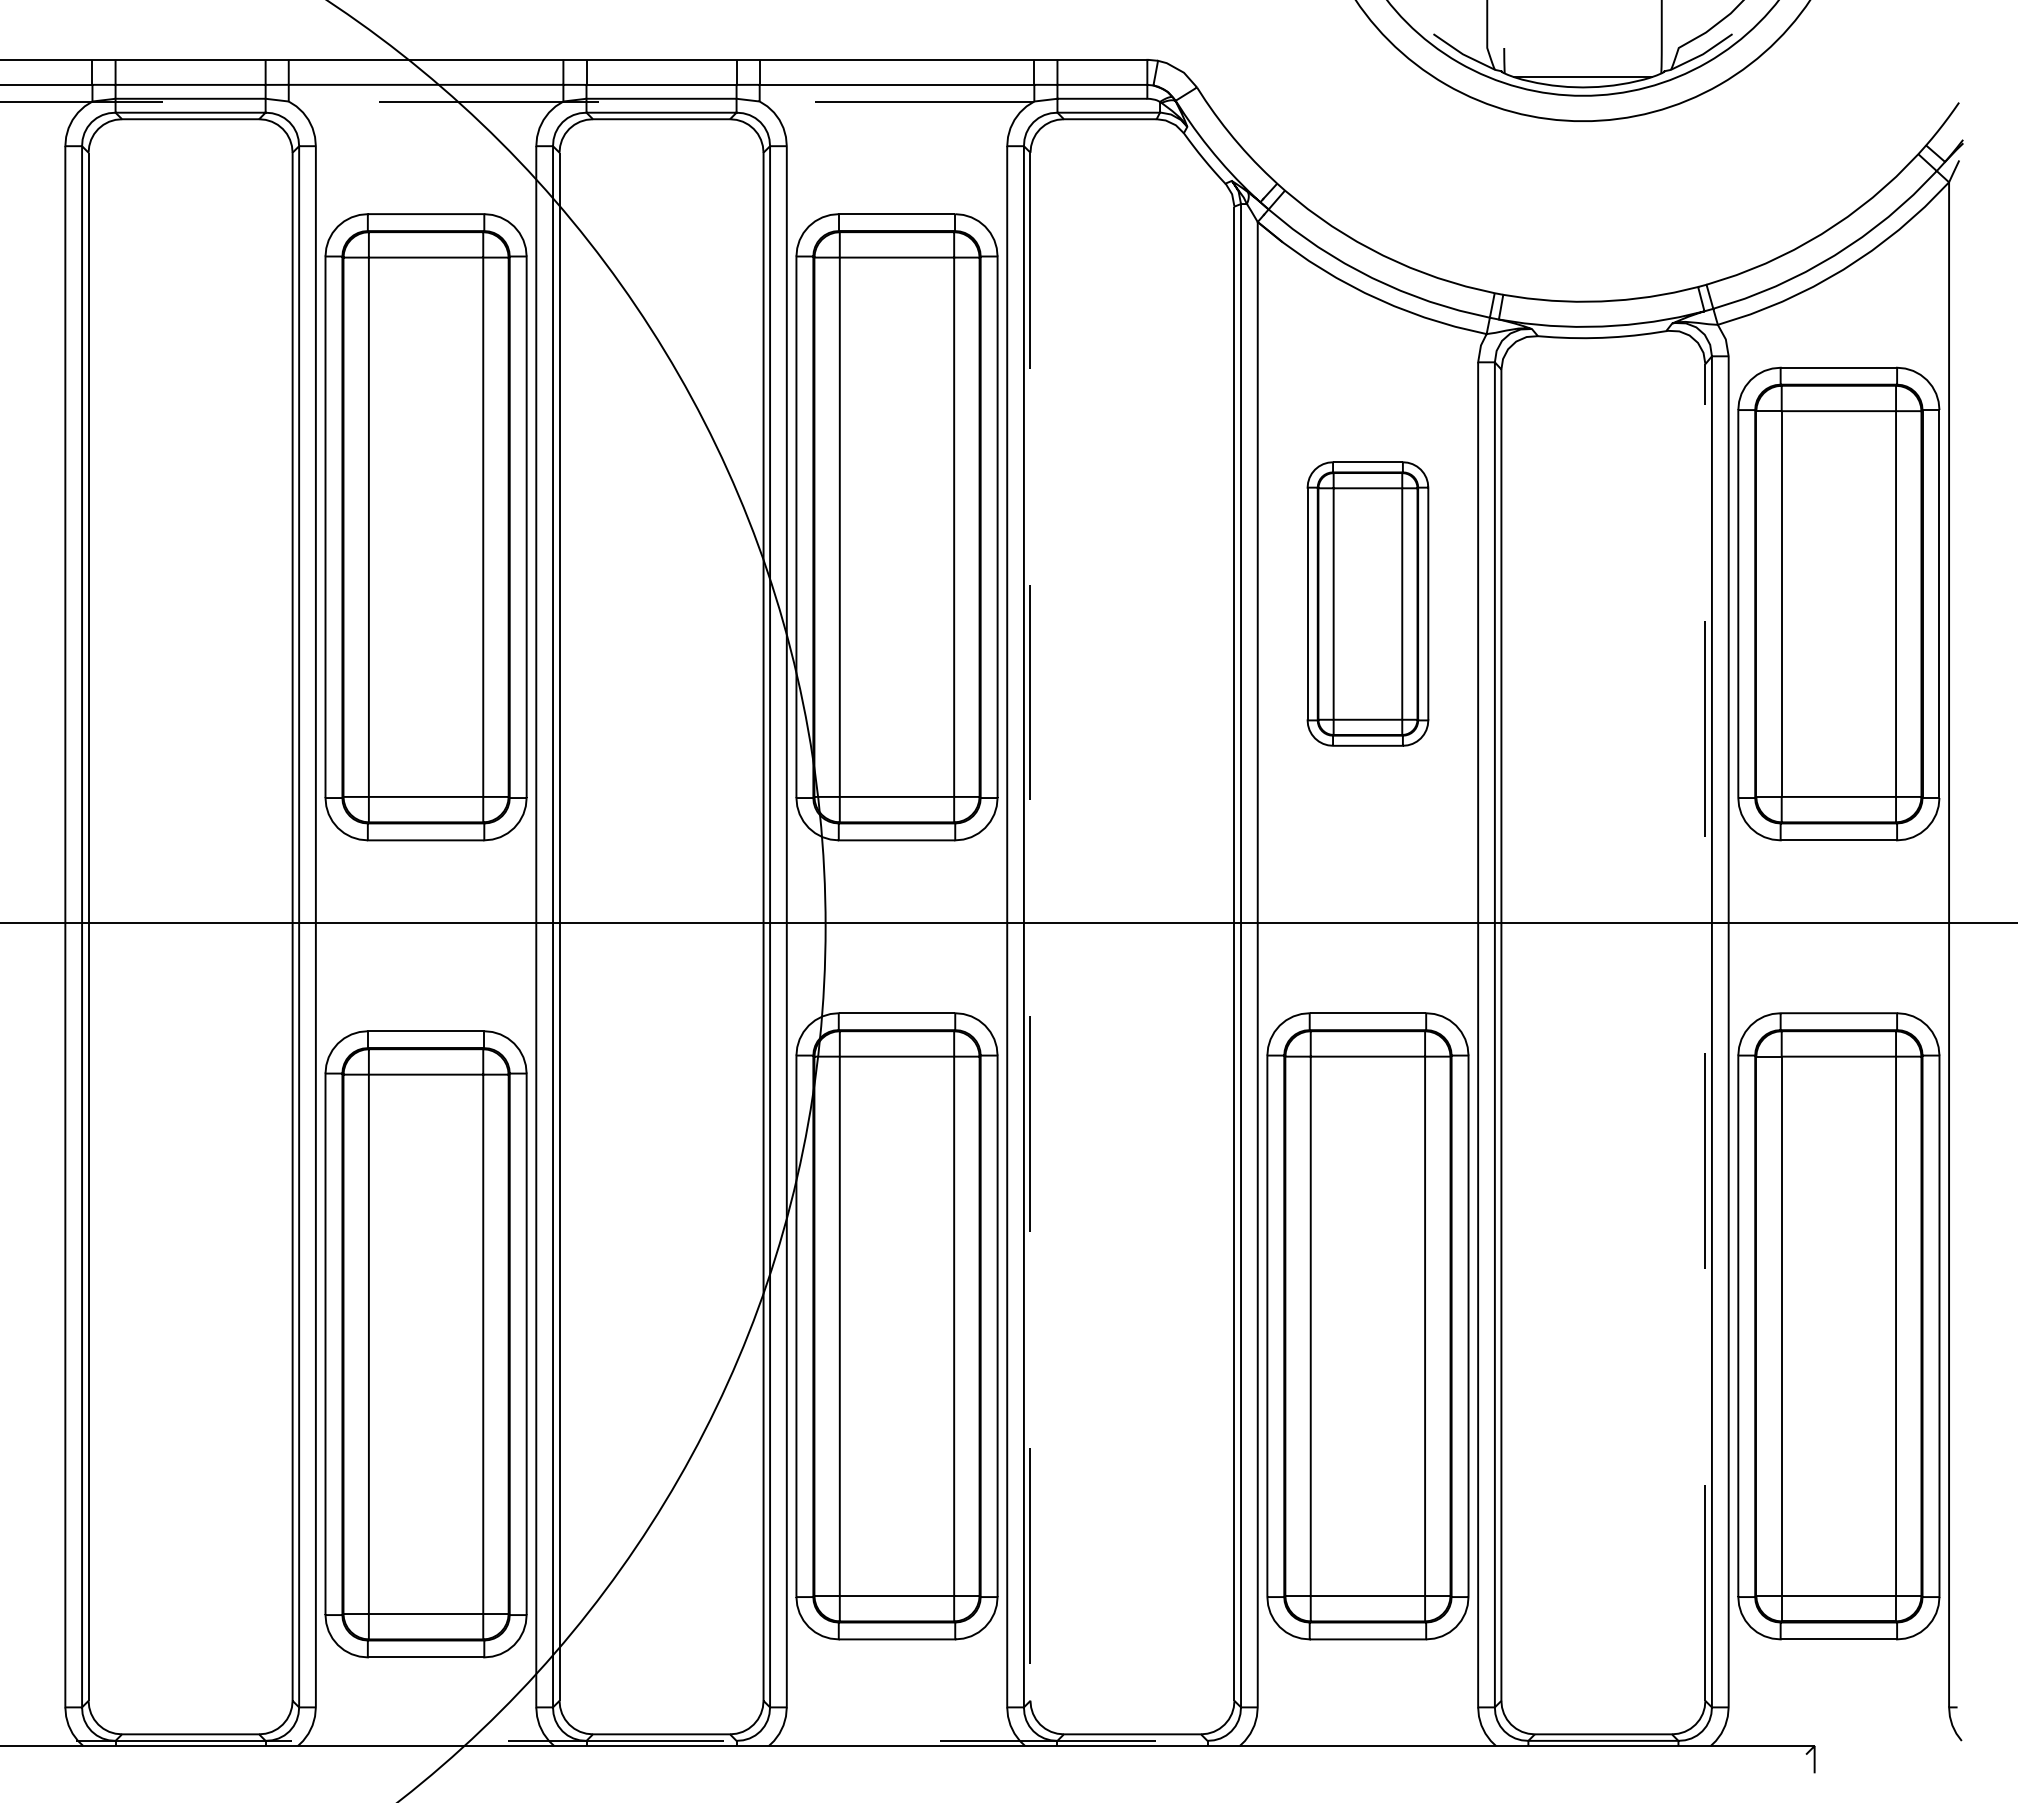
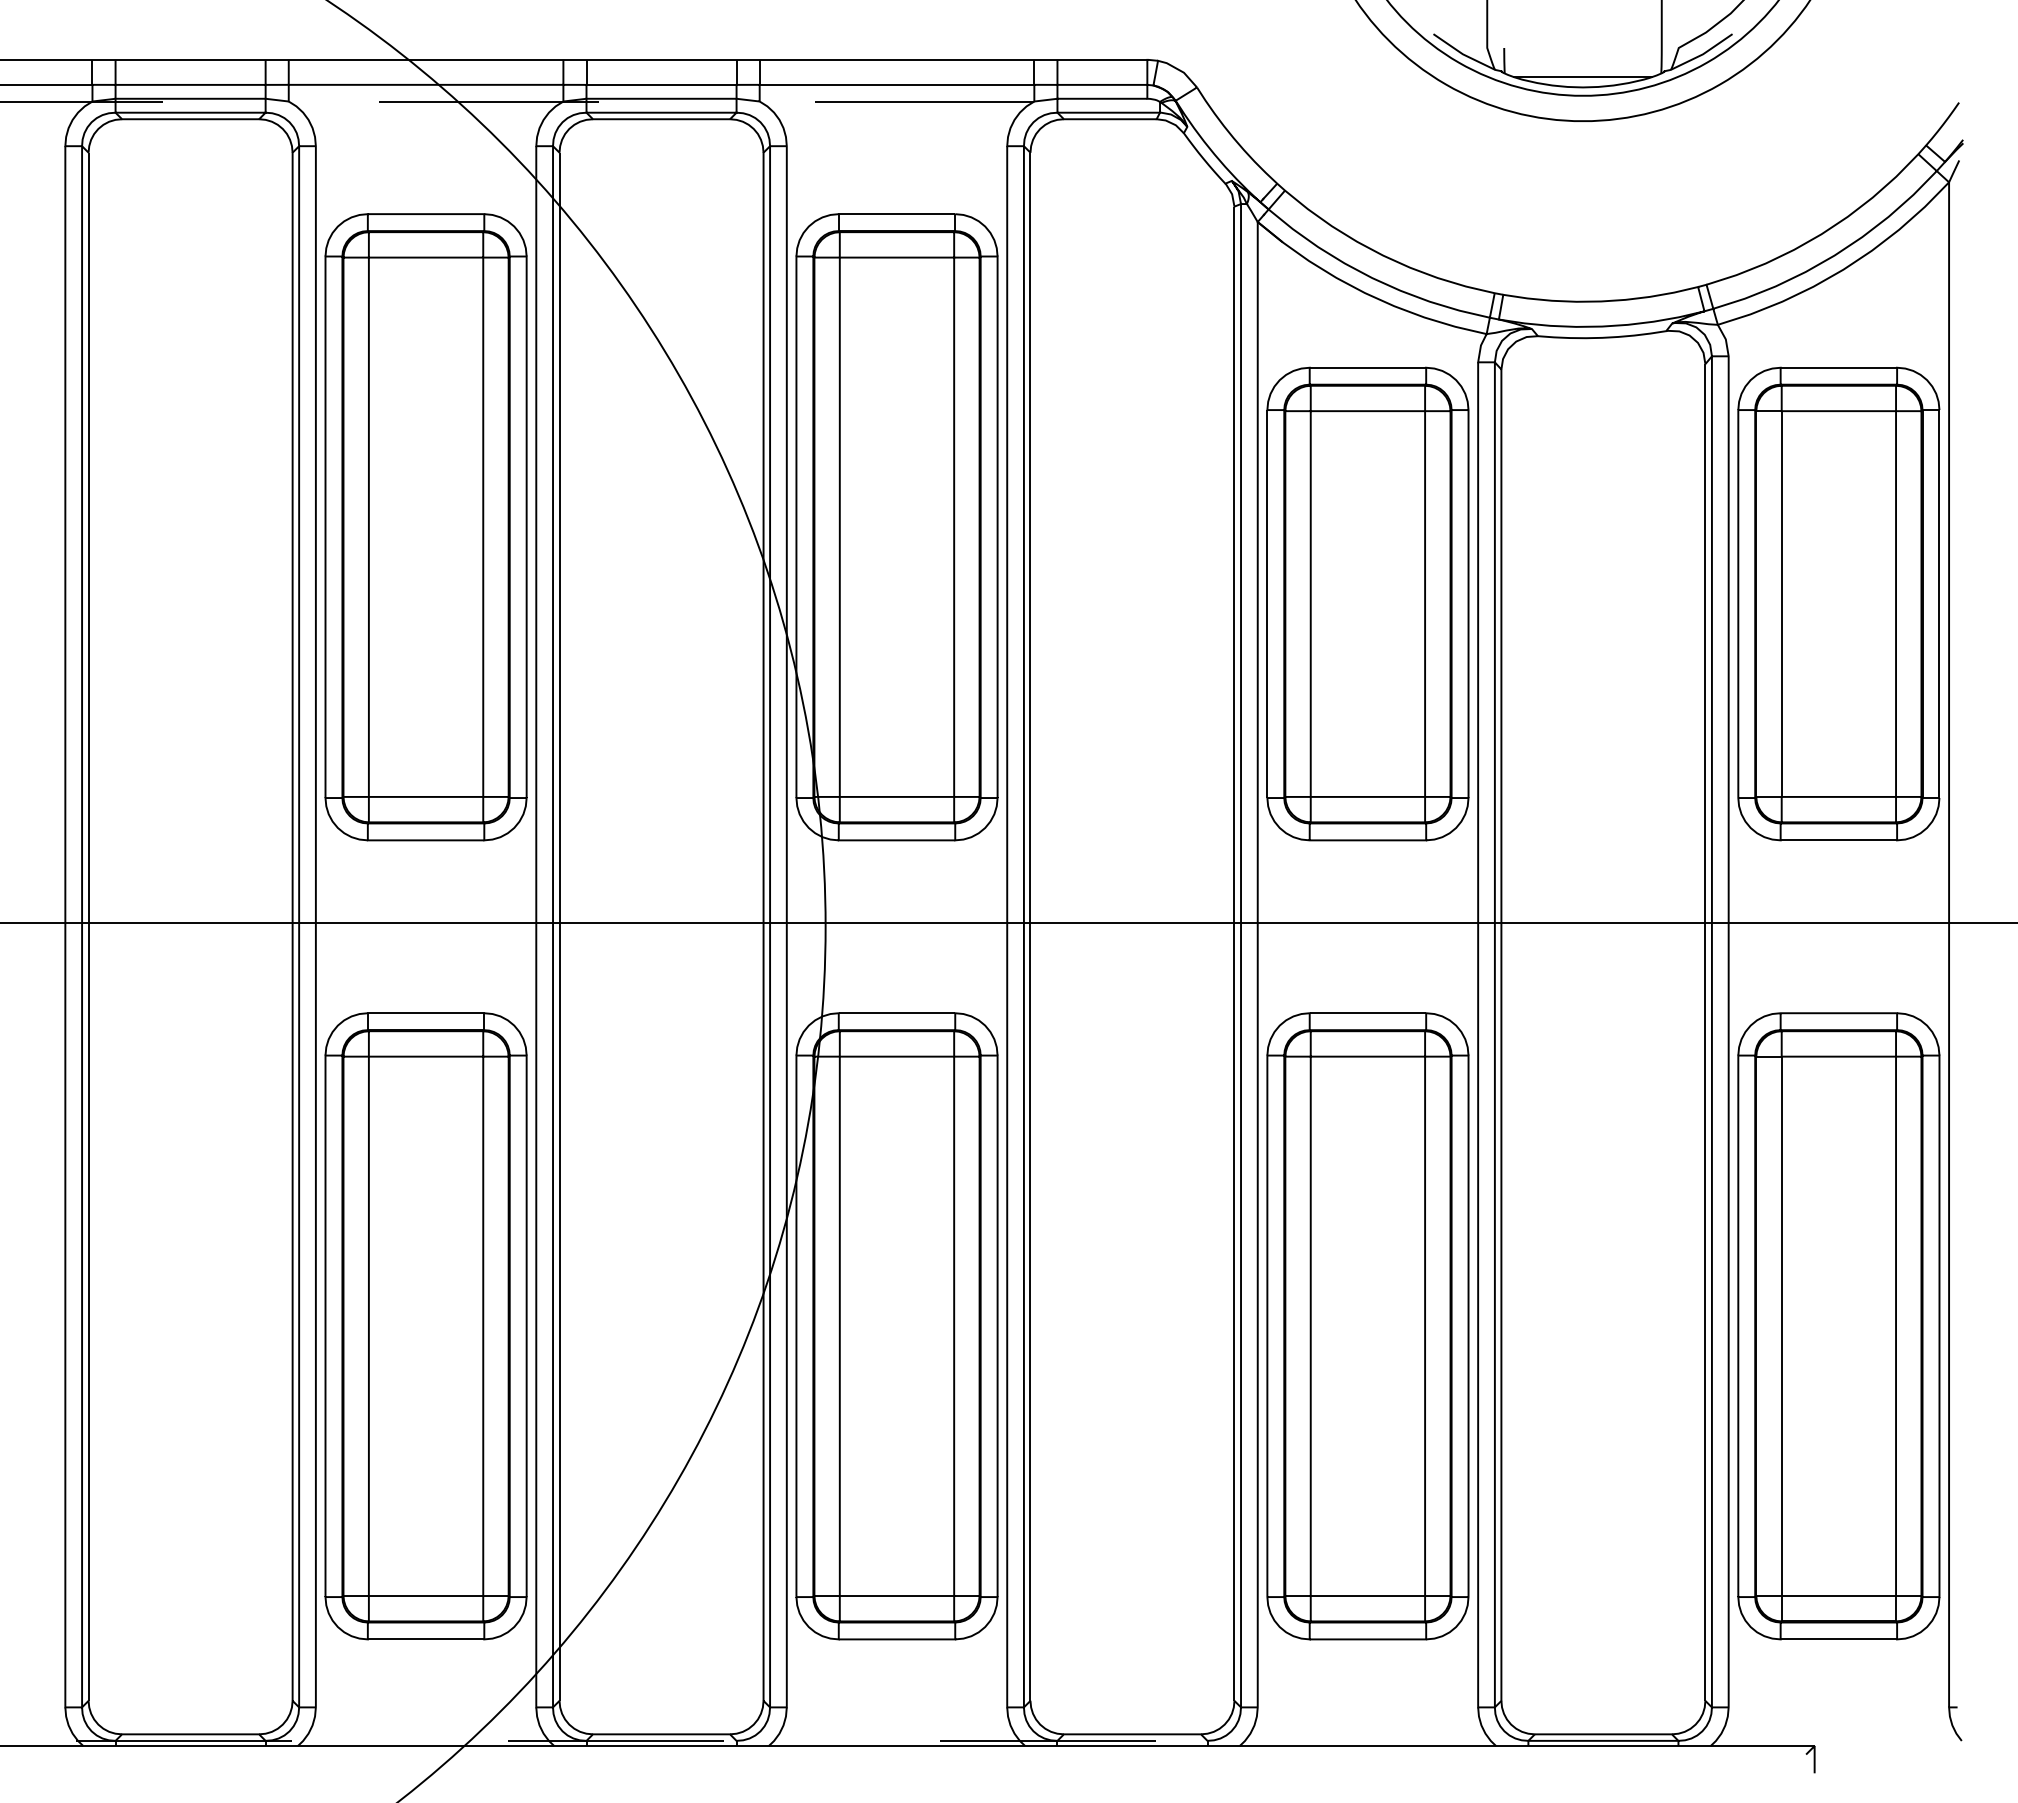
part at (1367, 603) size: 124x286 px -> 204x476 px
line at (1030, 927): dashed -> solid
line at (1705, 1031): dashed -> solid
part at (425, 1344) position: (425, 1344) -> (425, 1326)
